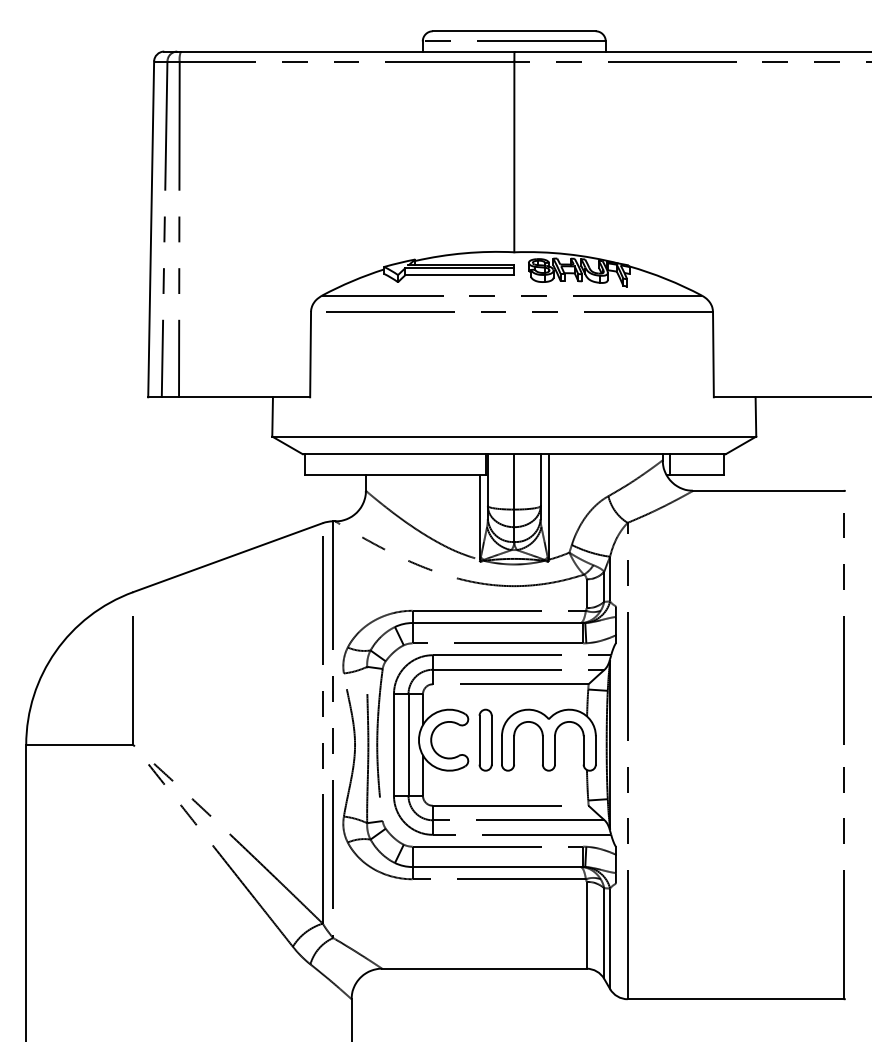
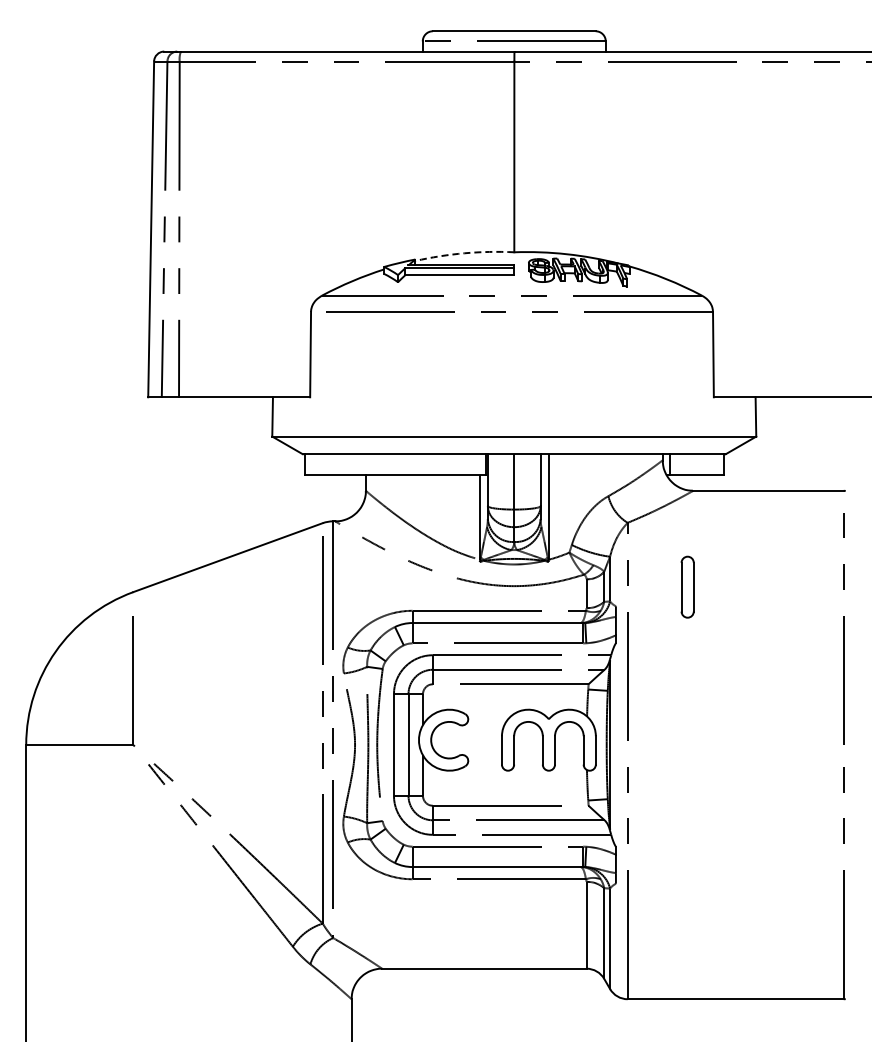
arc at (464, 253): solid -> dashed
part at (485, 739) position: (485, 739) -> (687, 586)
